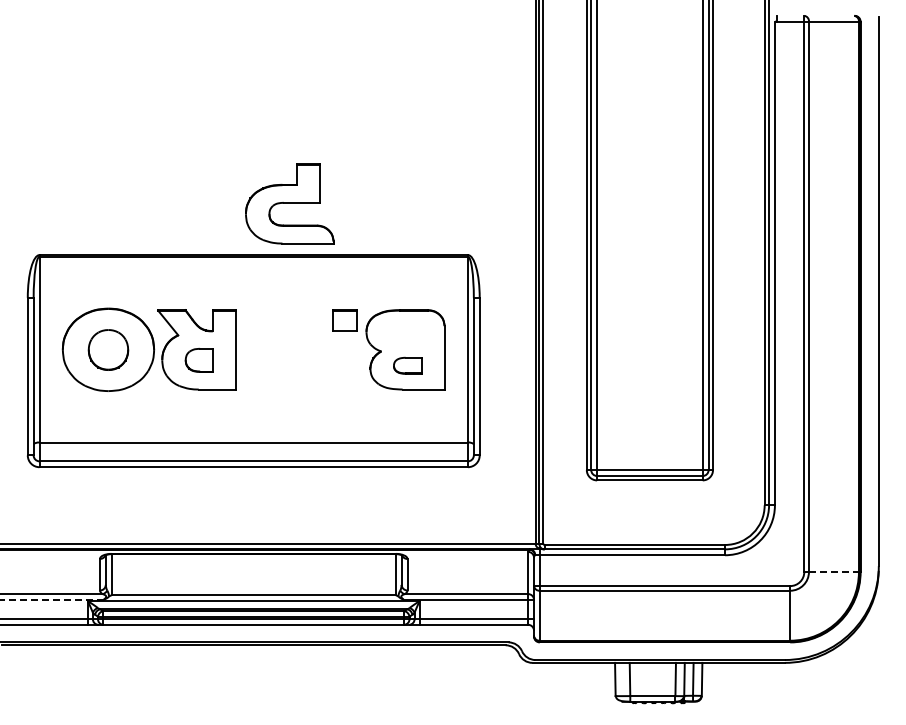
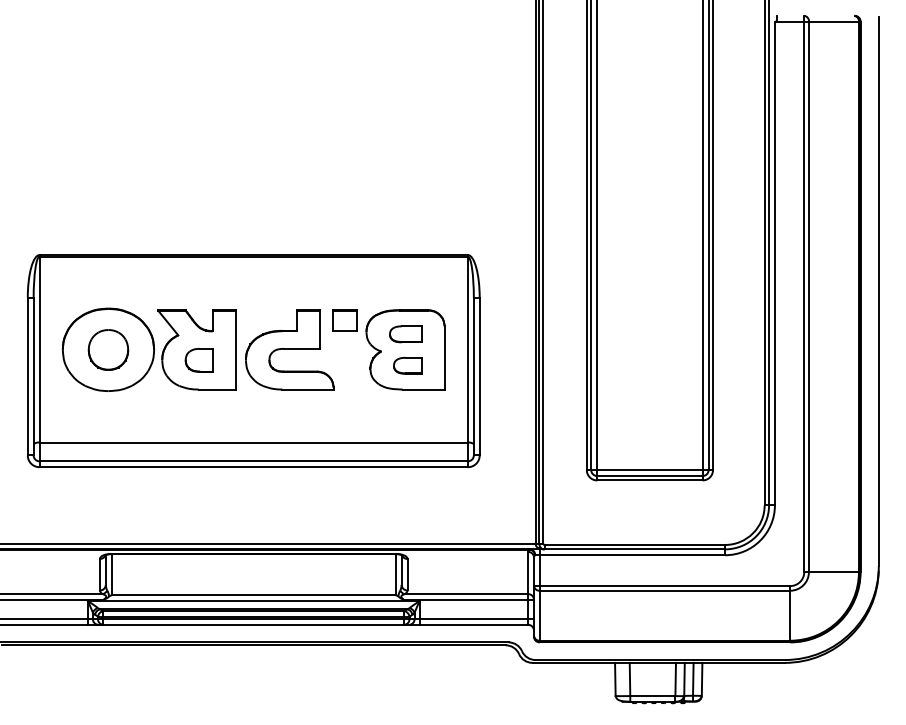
part at (289, 203) position: (289, 203) -> (289, 349)
part at (405, 334): none -> present
line at (833, 571): dashed -> solid
line at (52, 599): dashed -> solid
